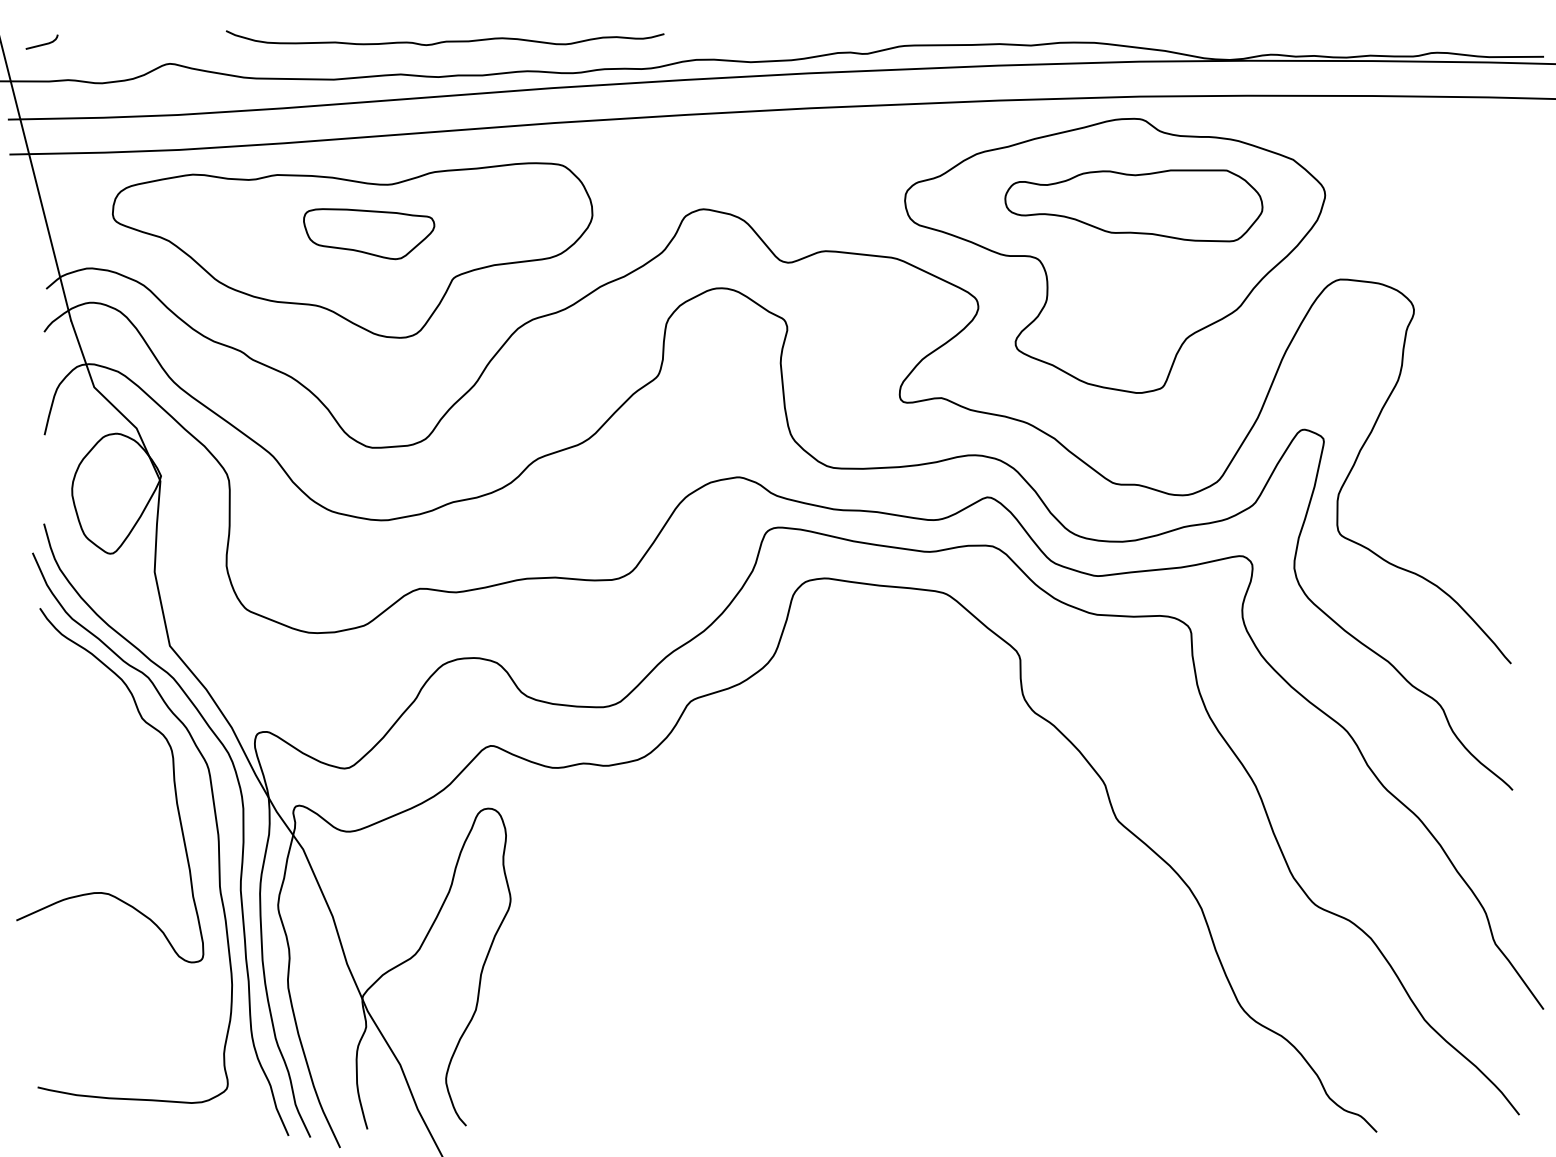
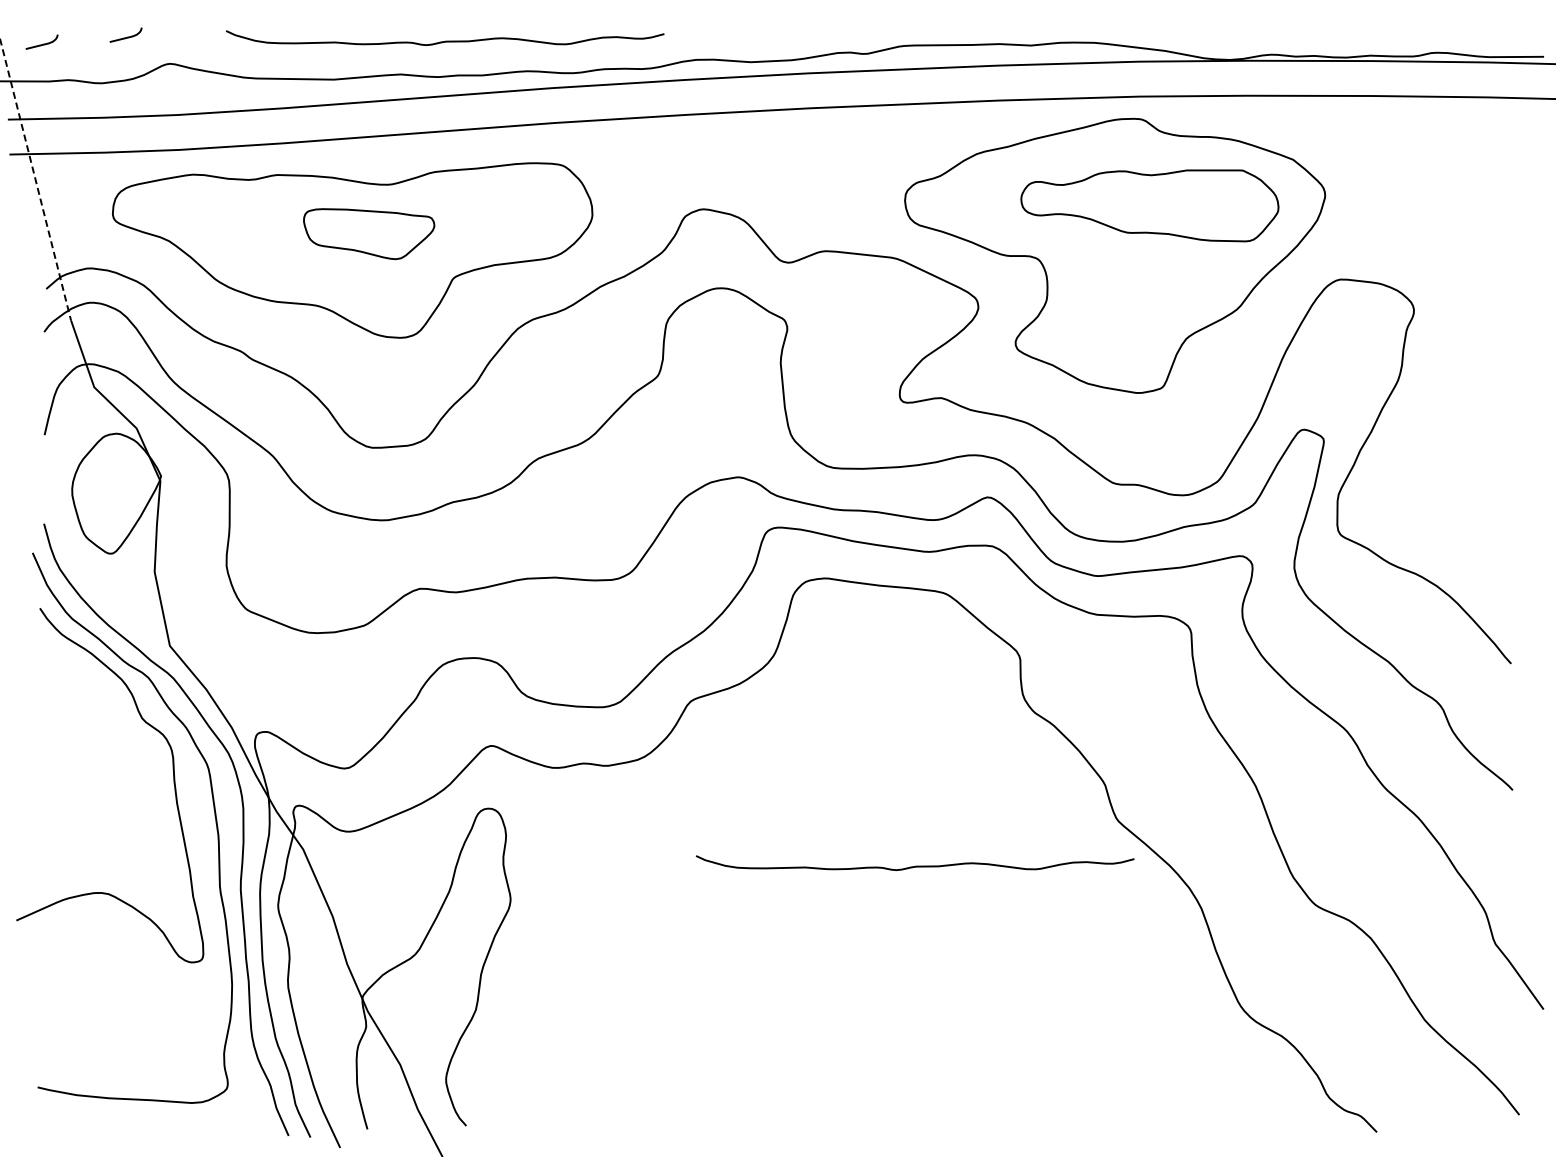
curve at (127, 36): none -> present
line at (35, 179): solid -> dashed
part at (1133, 205) position: (1133, 205) -> (1149, 205)
curve at (915, 865): none -> present
